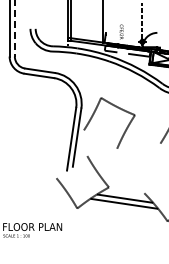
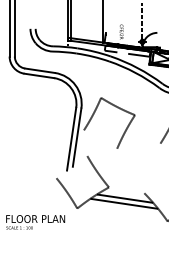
line at (14, 28): dashed -> solid
text at (32, 230) position: (32, 230) -> (35, 222)
